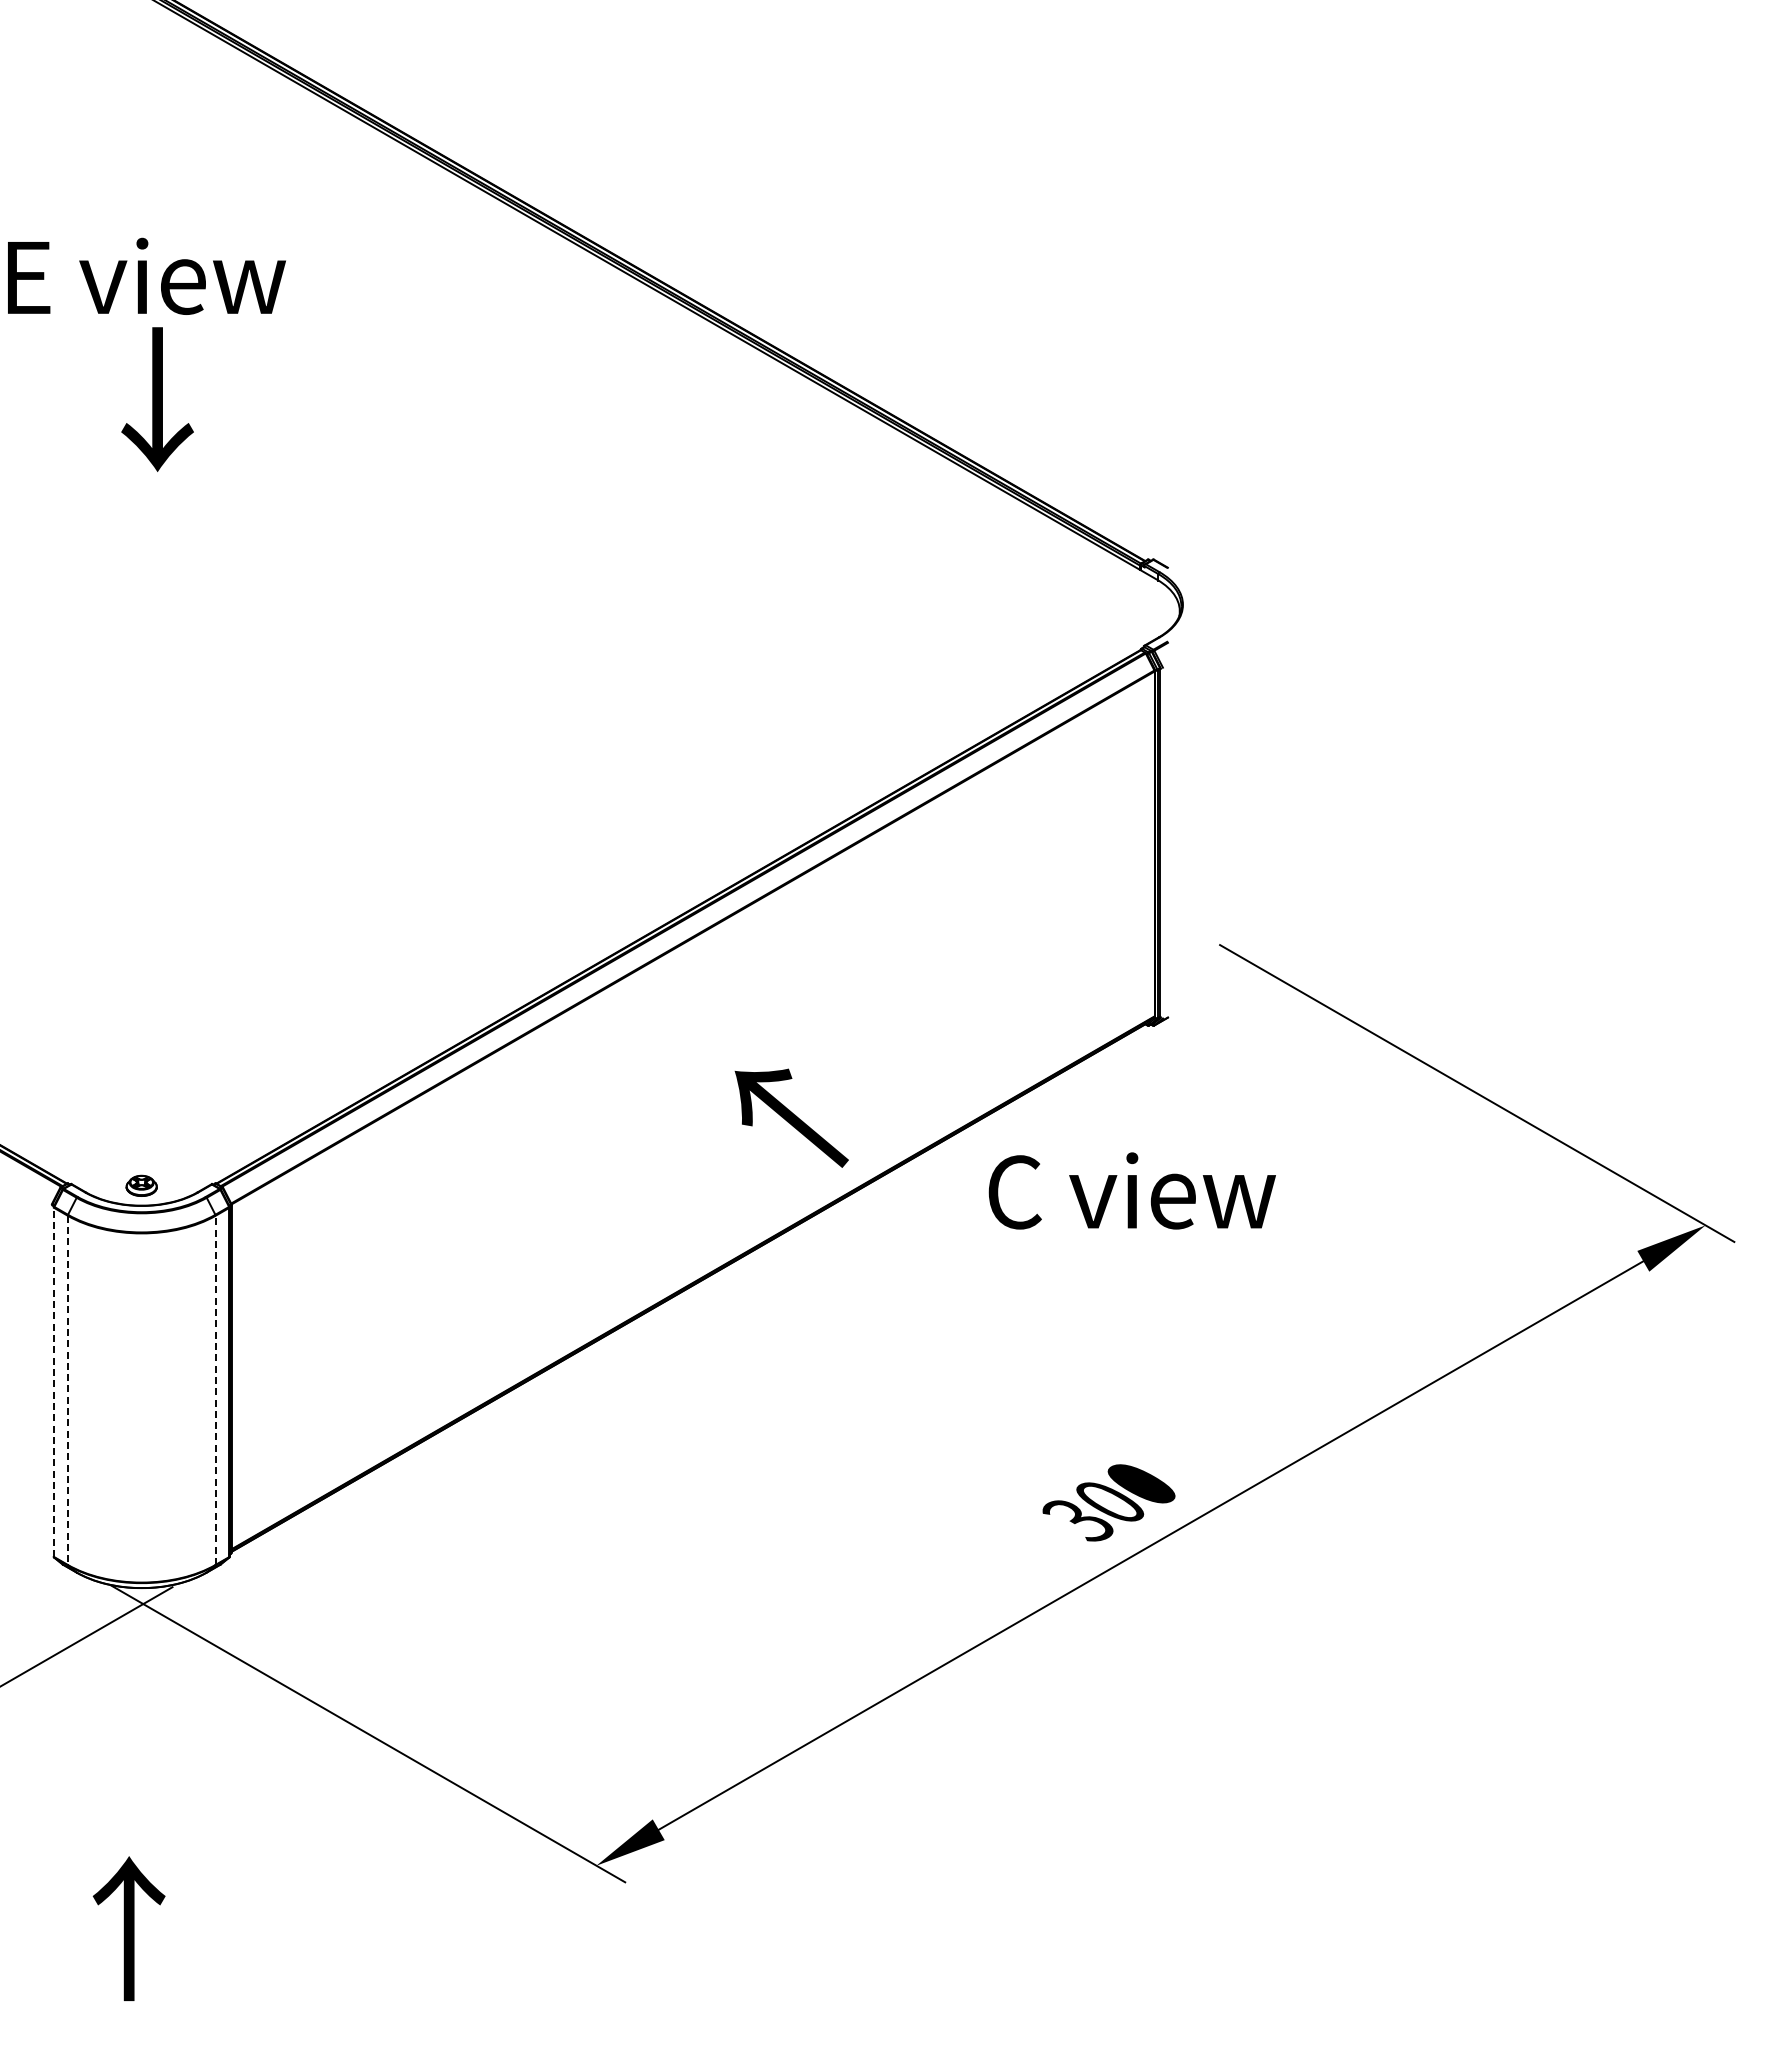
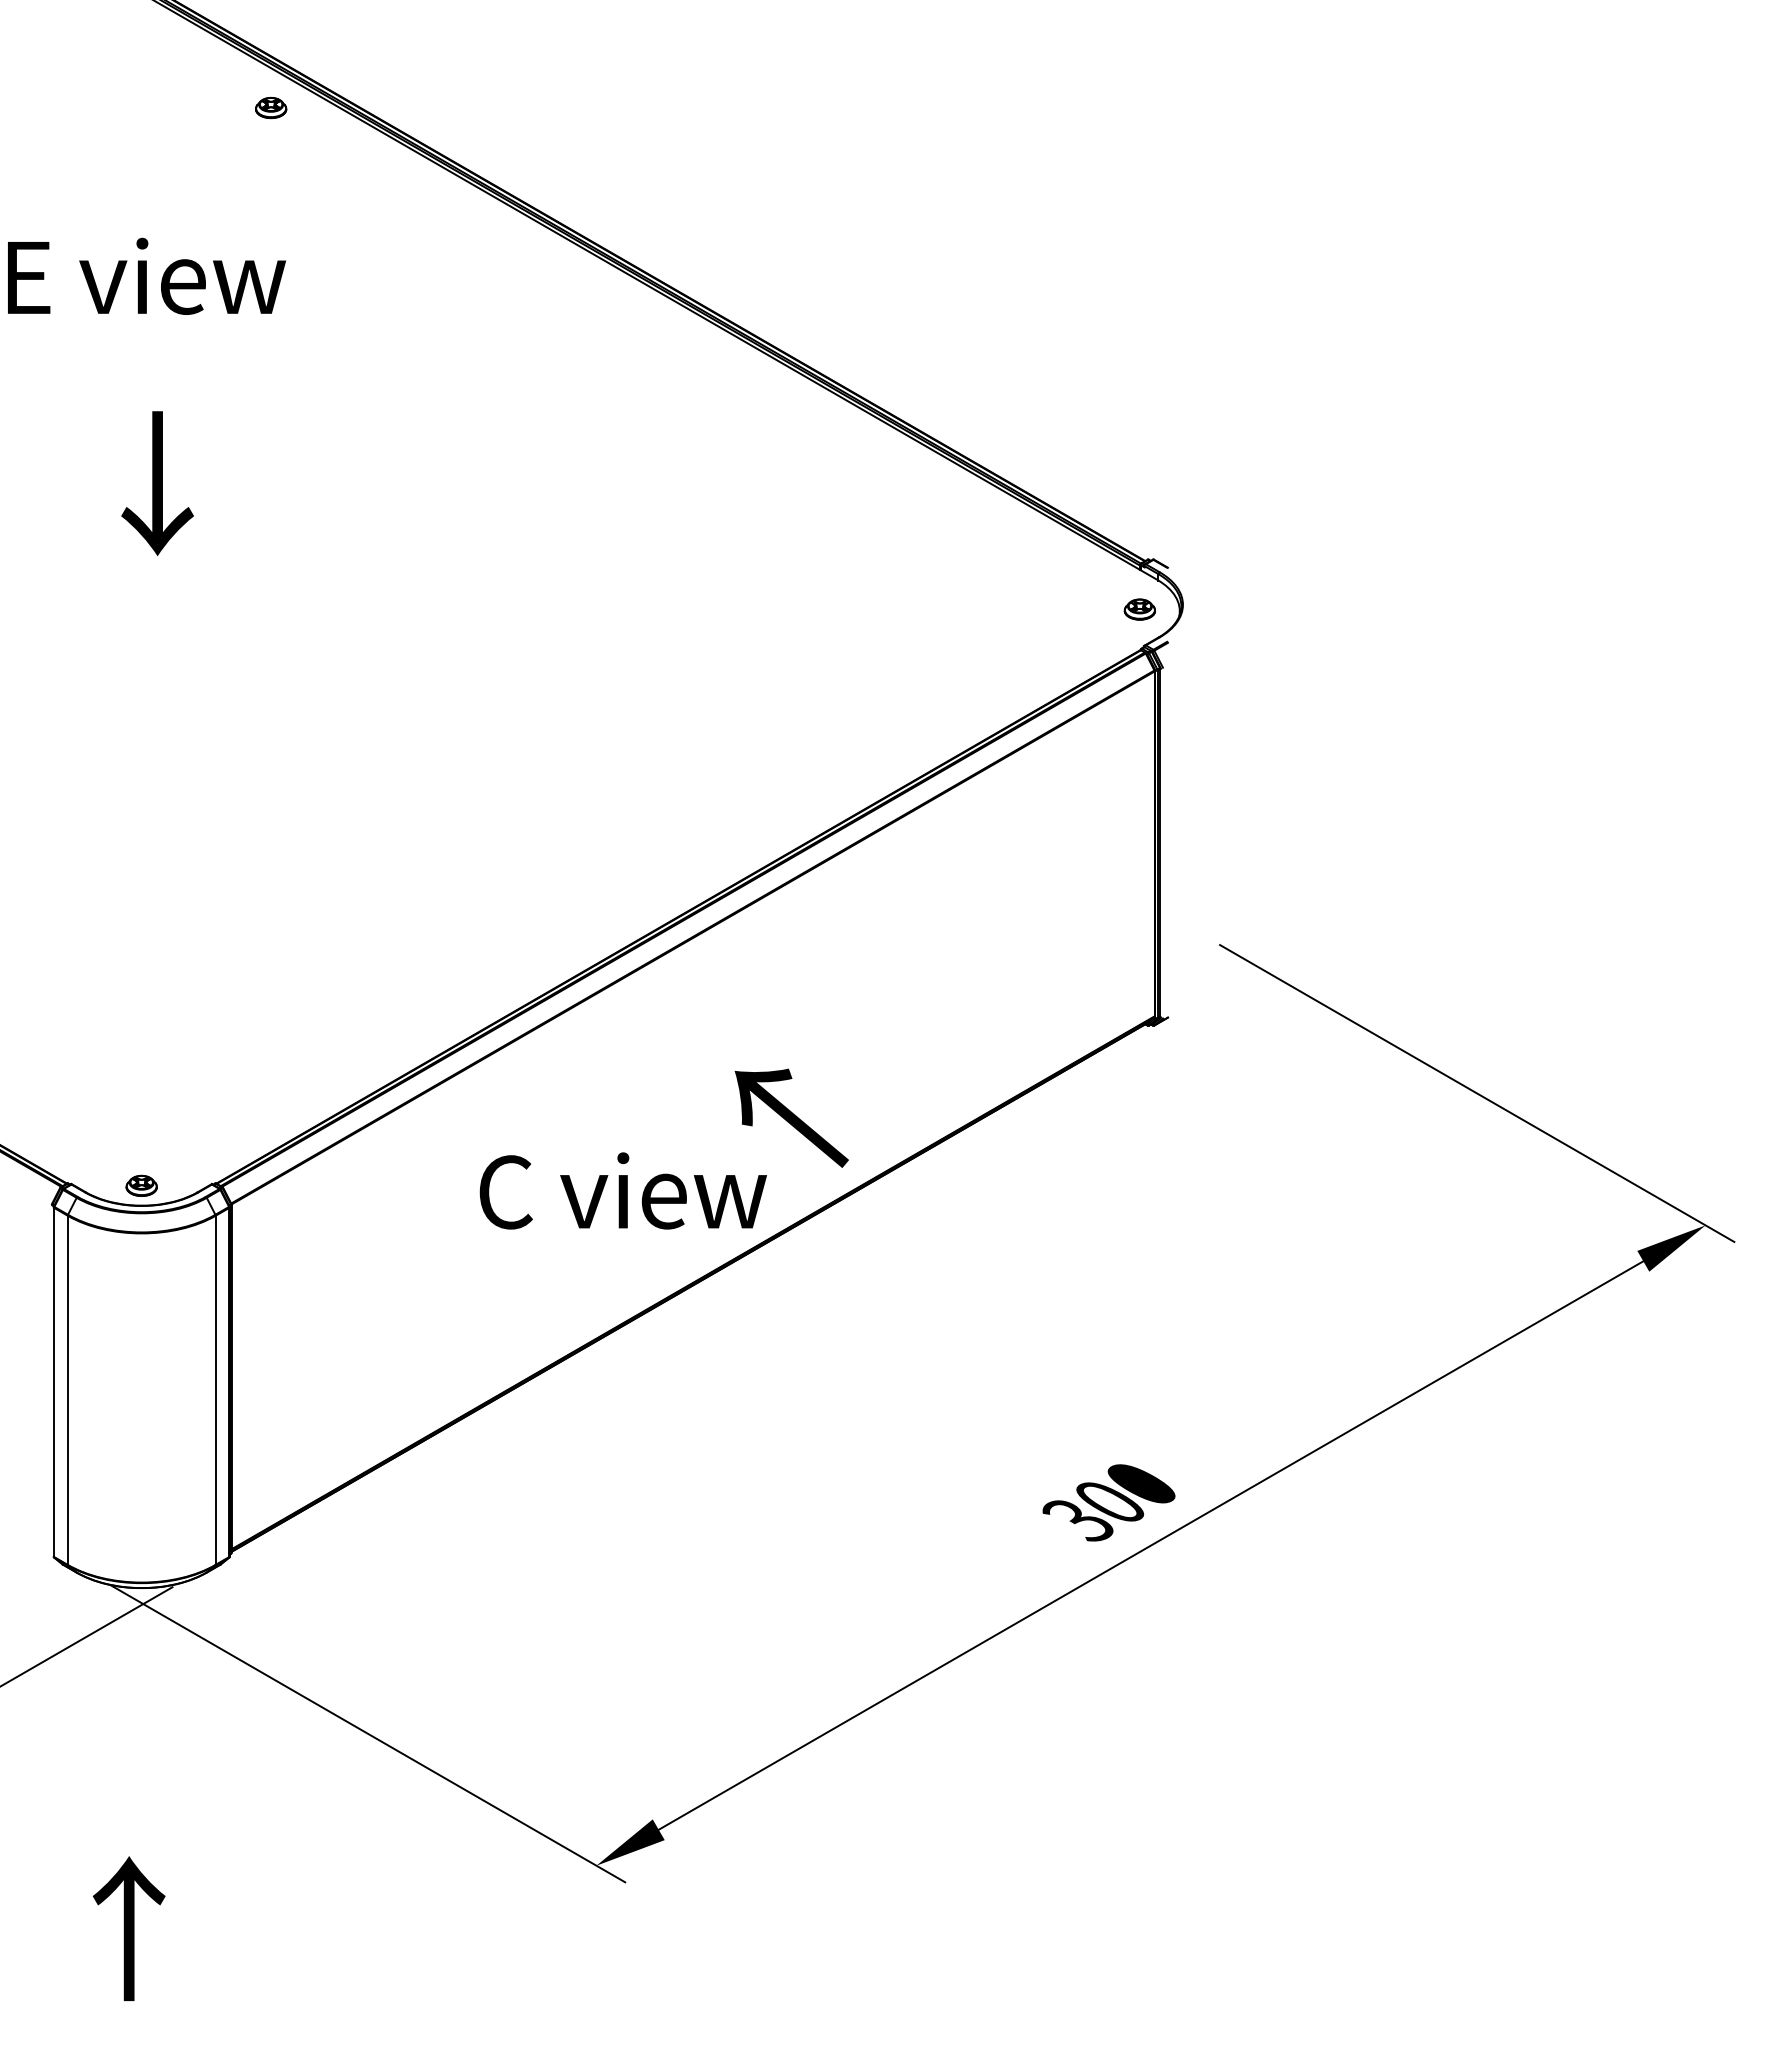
part at (271, 107): none -> present
text at (157, 399) position: (157, 399) -> (157, 483)
part at (1139, 609): none -> present
text at (1131, 1190) position: (1131, 1190) -> (622, 1190)
line at (54, 1382): dashed -> solid
line at (67, 1390): dashed -> solid
line at (215, 1390): dashed -> solid
